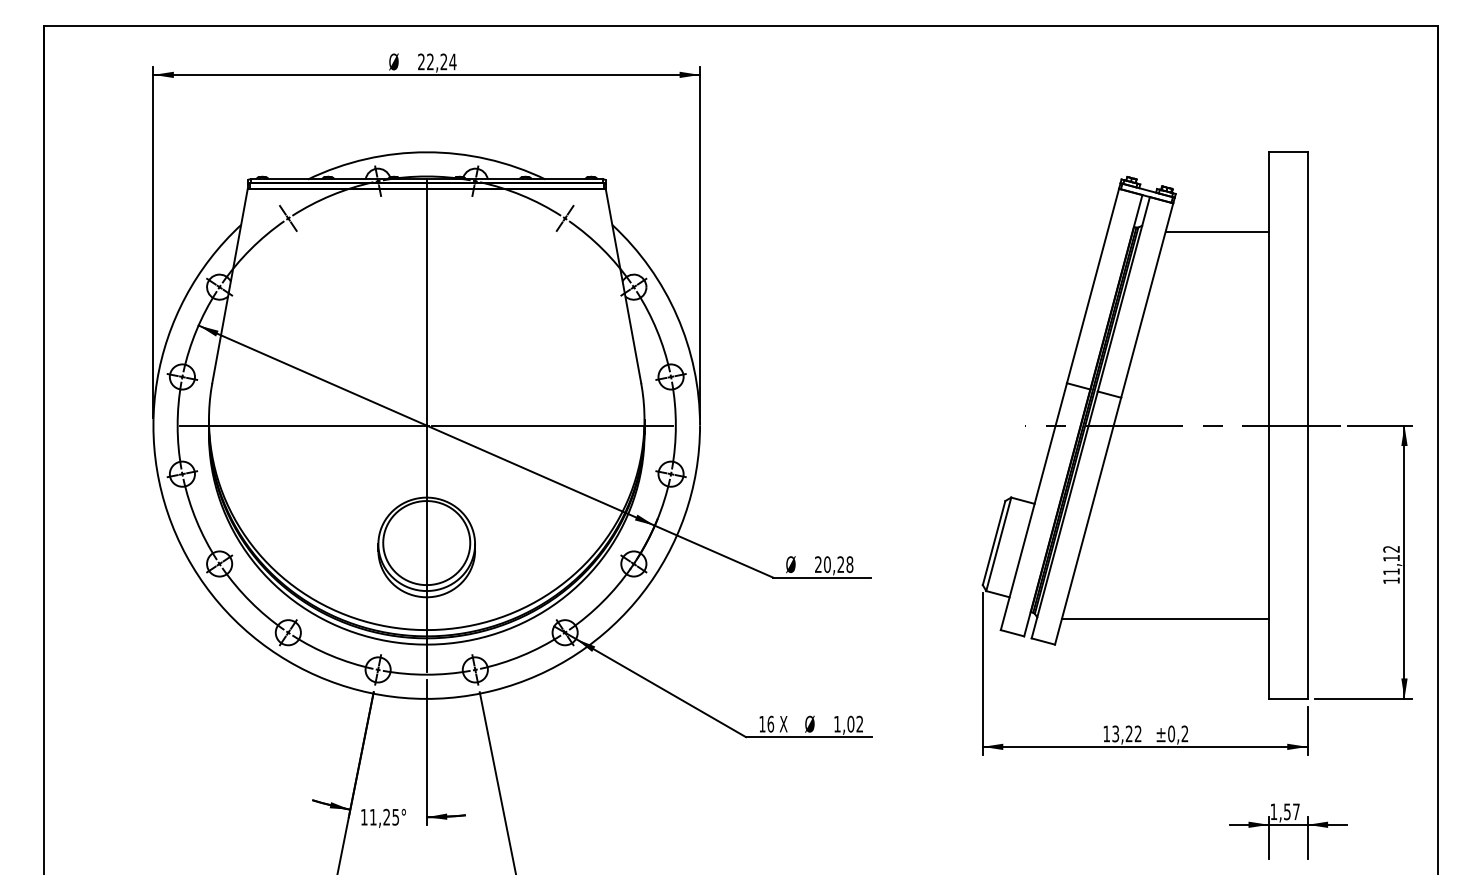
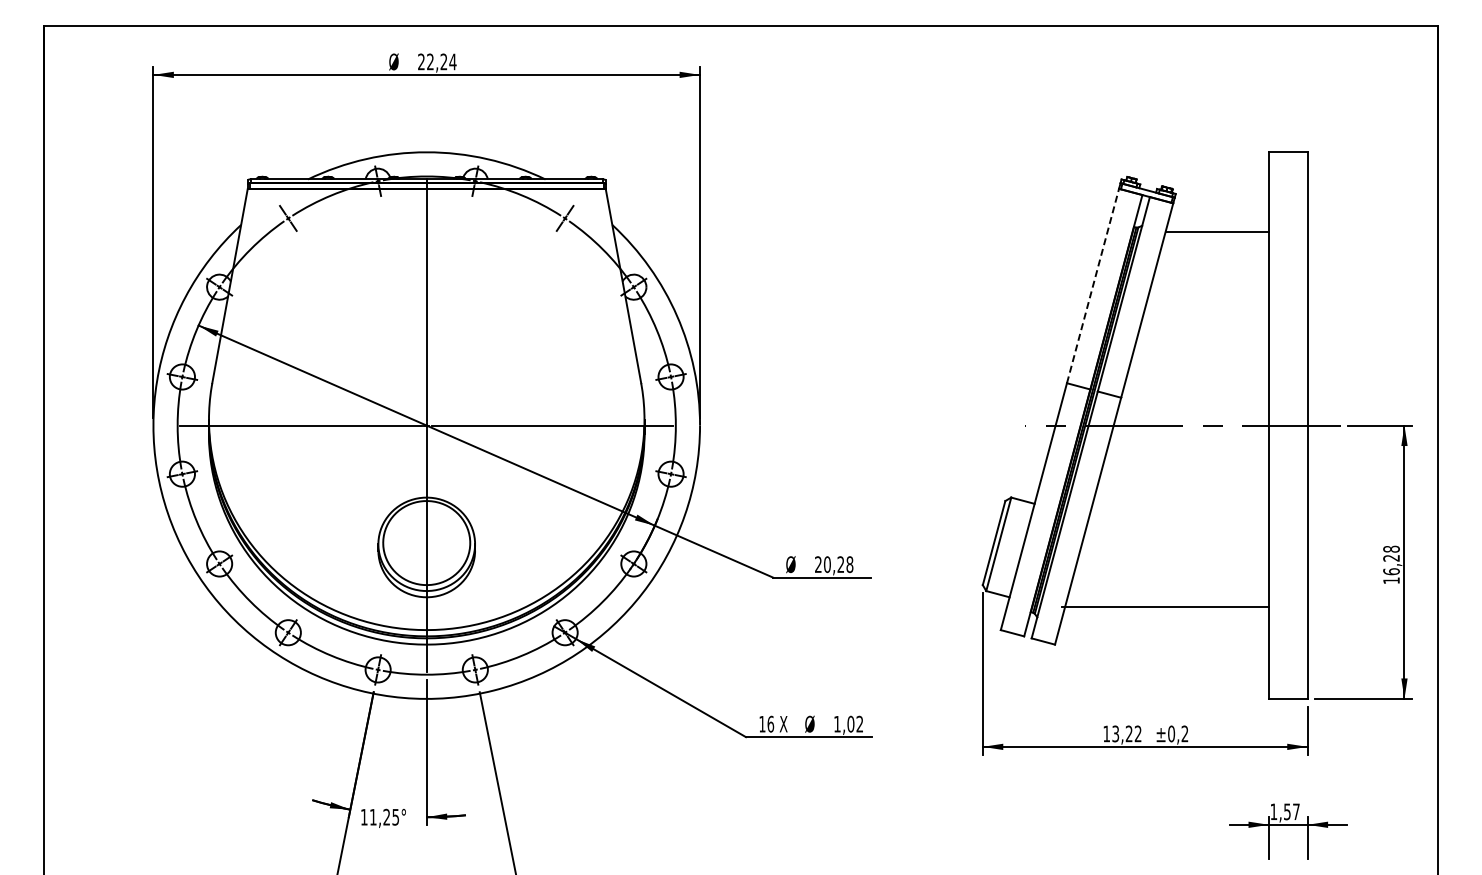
line at (1093, 286): solid -> dashed
text at (1391, 560): 11,12 -> 16,28
line at (1164, 619) position: (1164, 619) -> (1164, 607)
